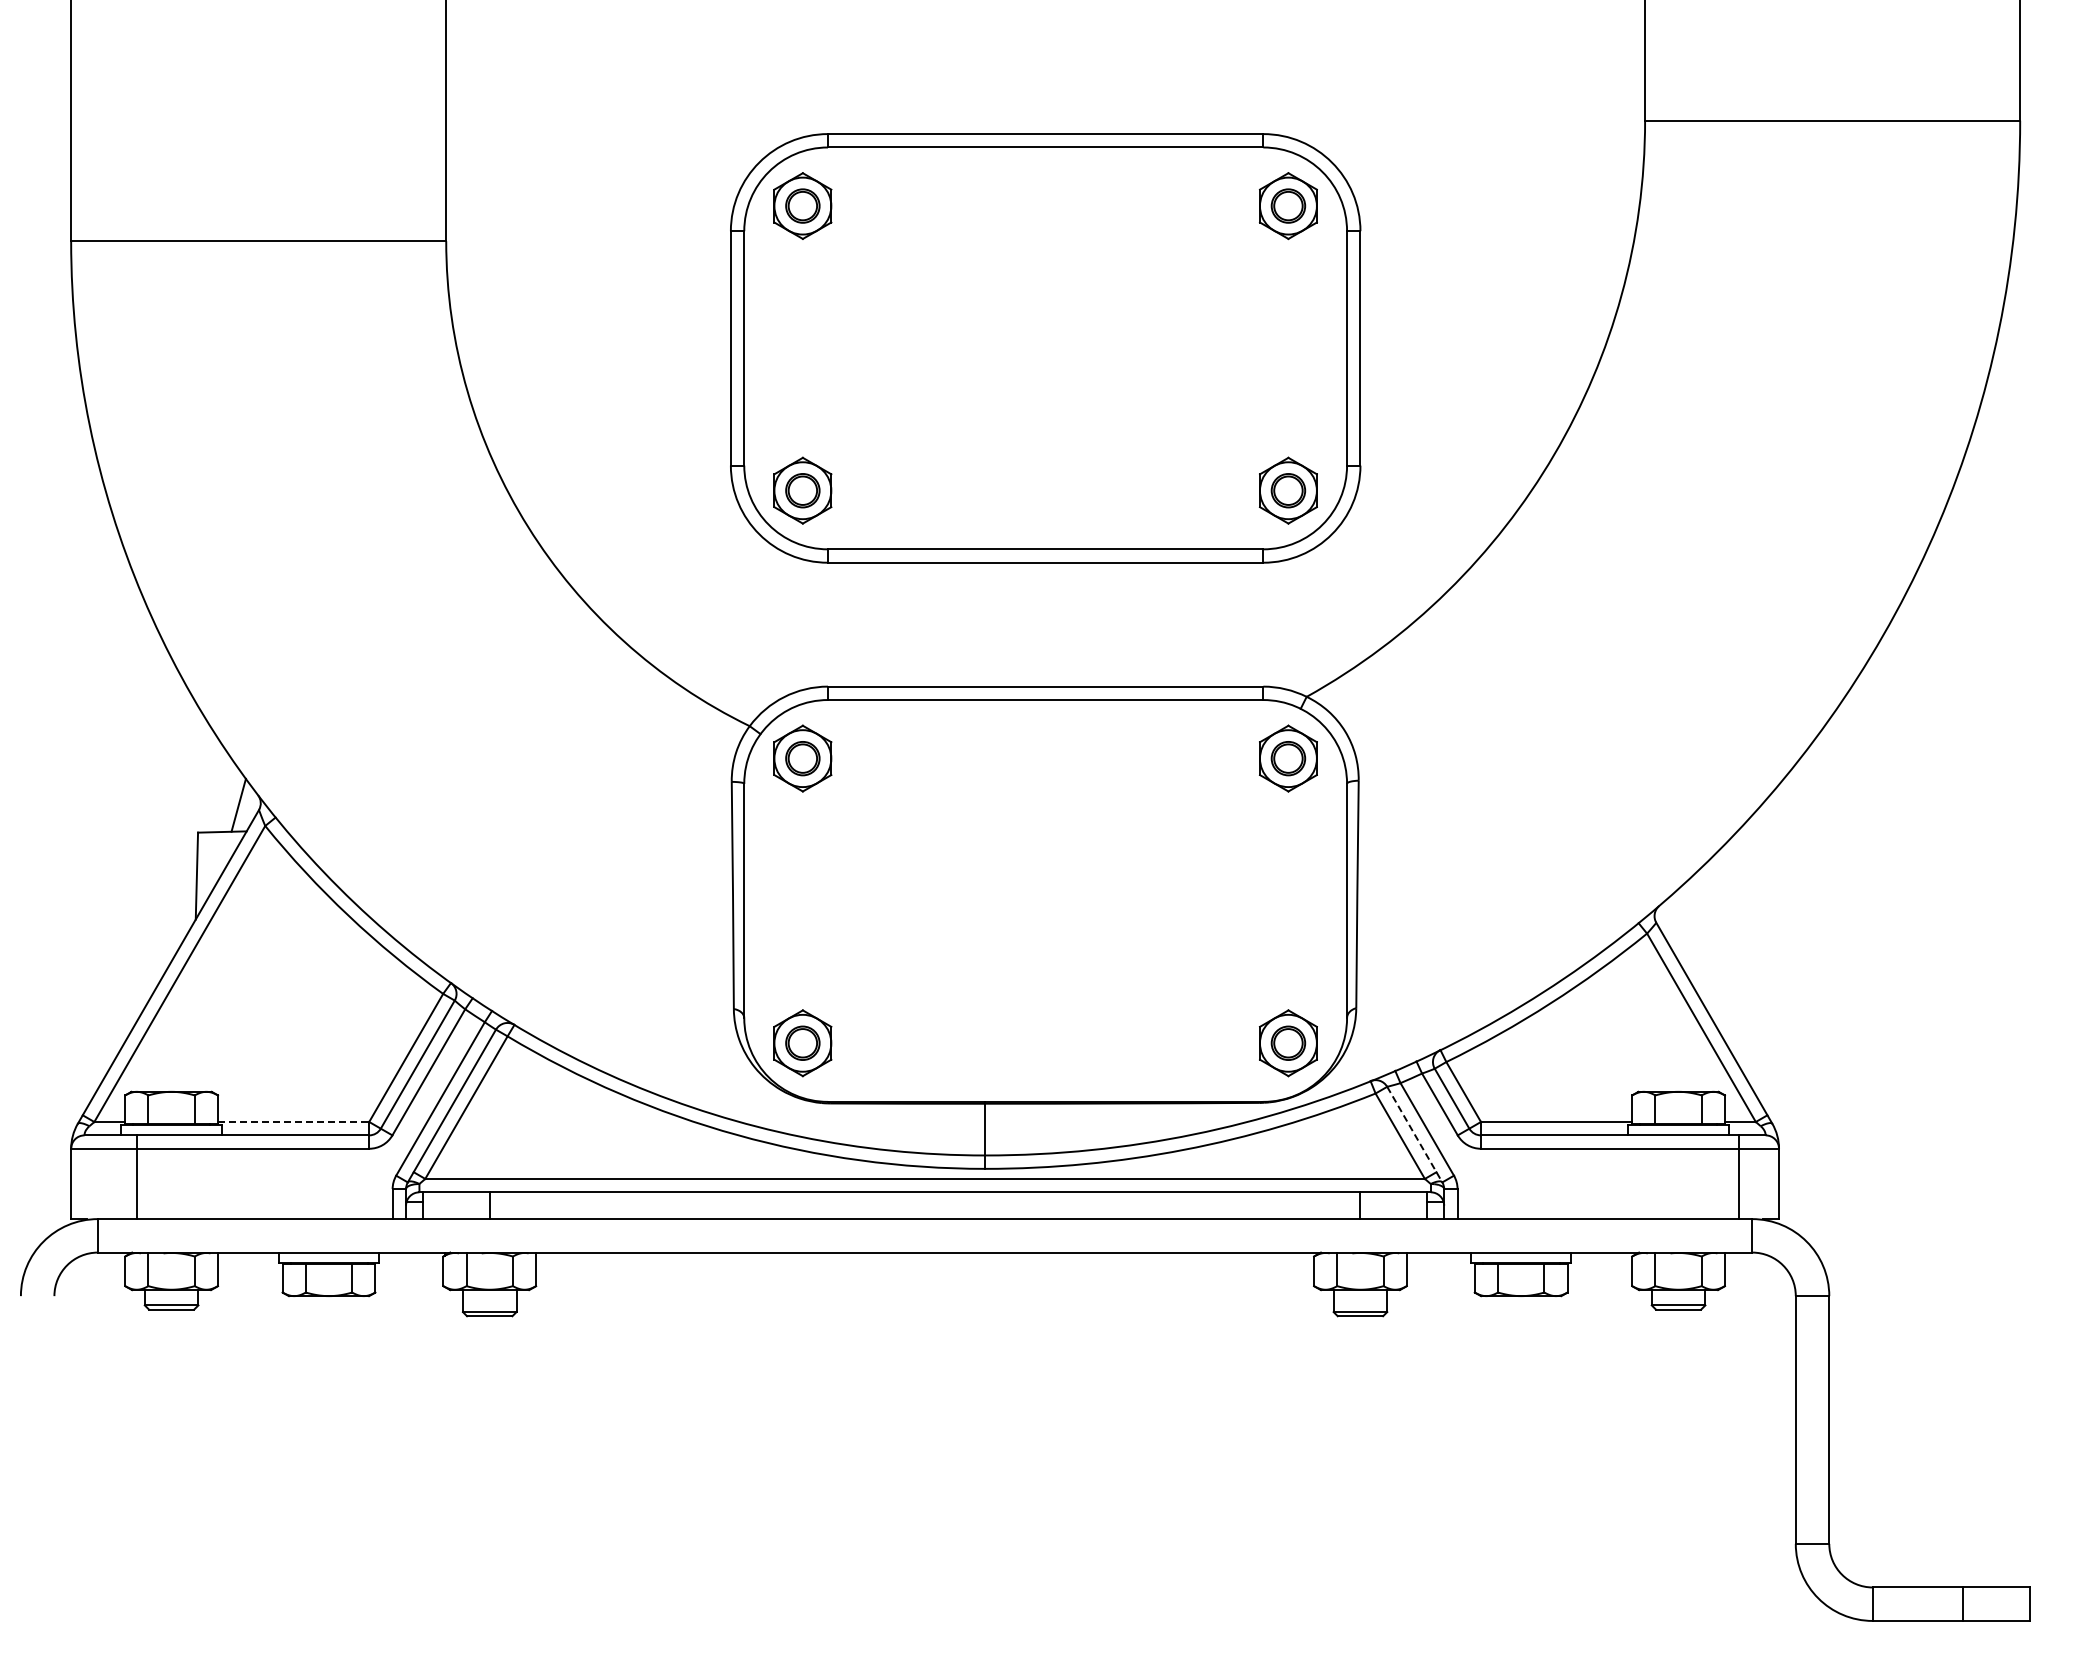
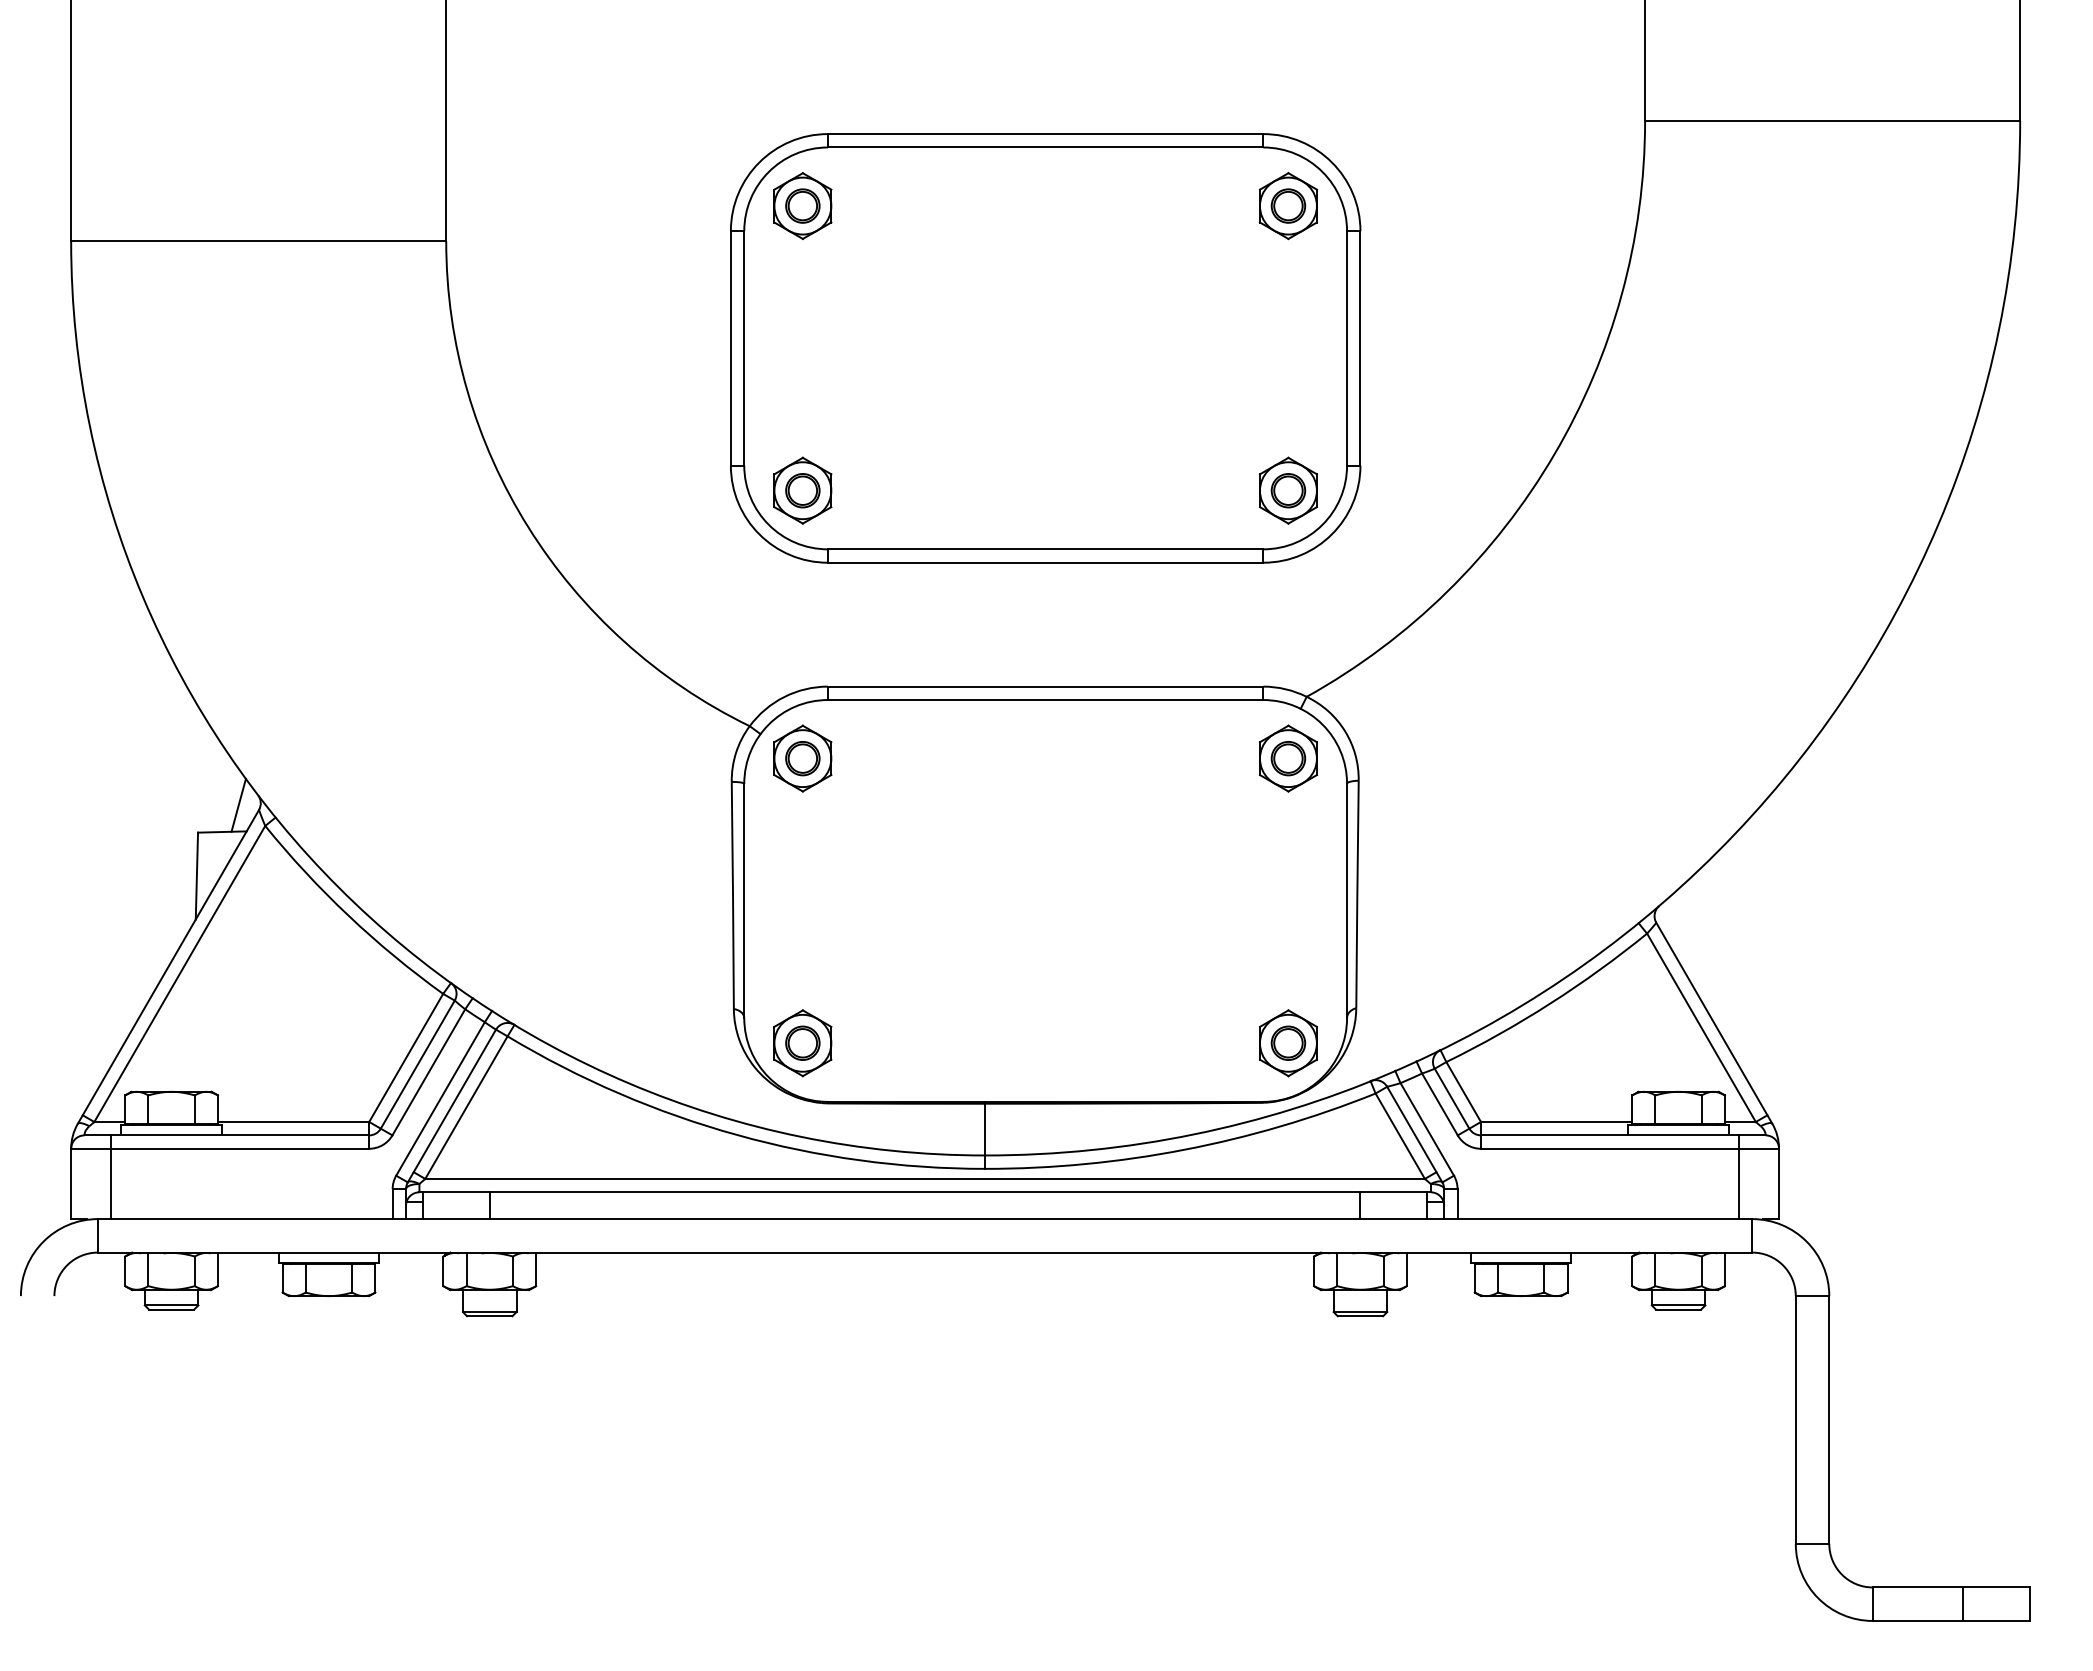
line at (293, 1121): dashed -> solid
line at (1415, 1135): dashed -> solid
line at (137, 1177) position: (137, 1177) -> (111, 1177)
